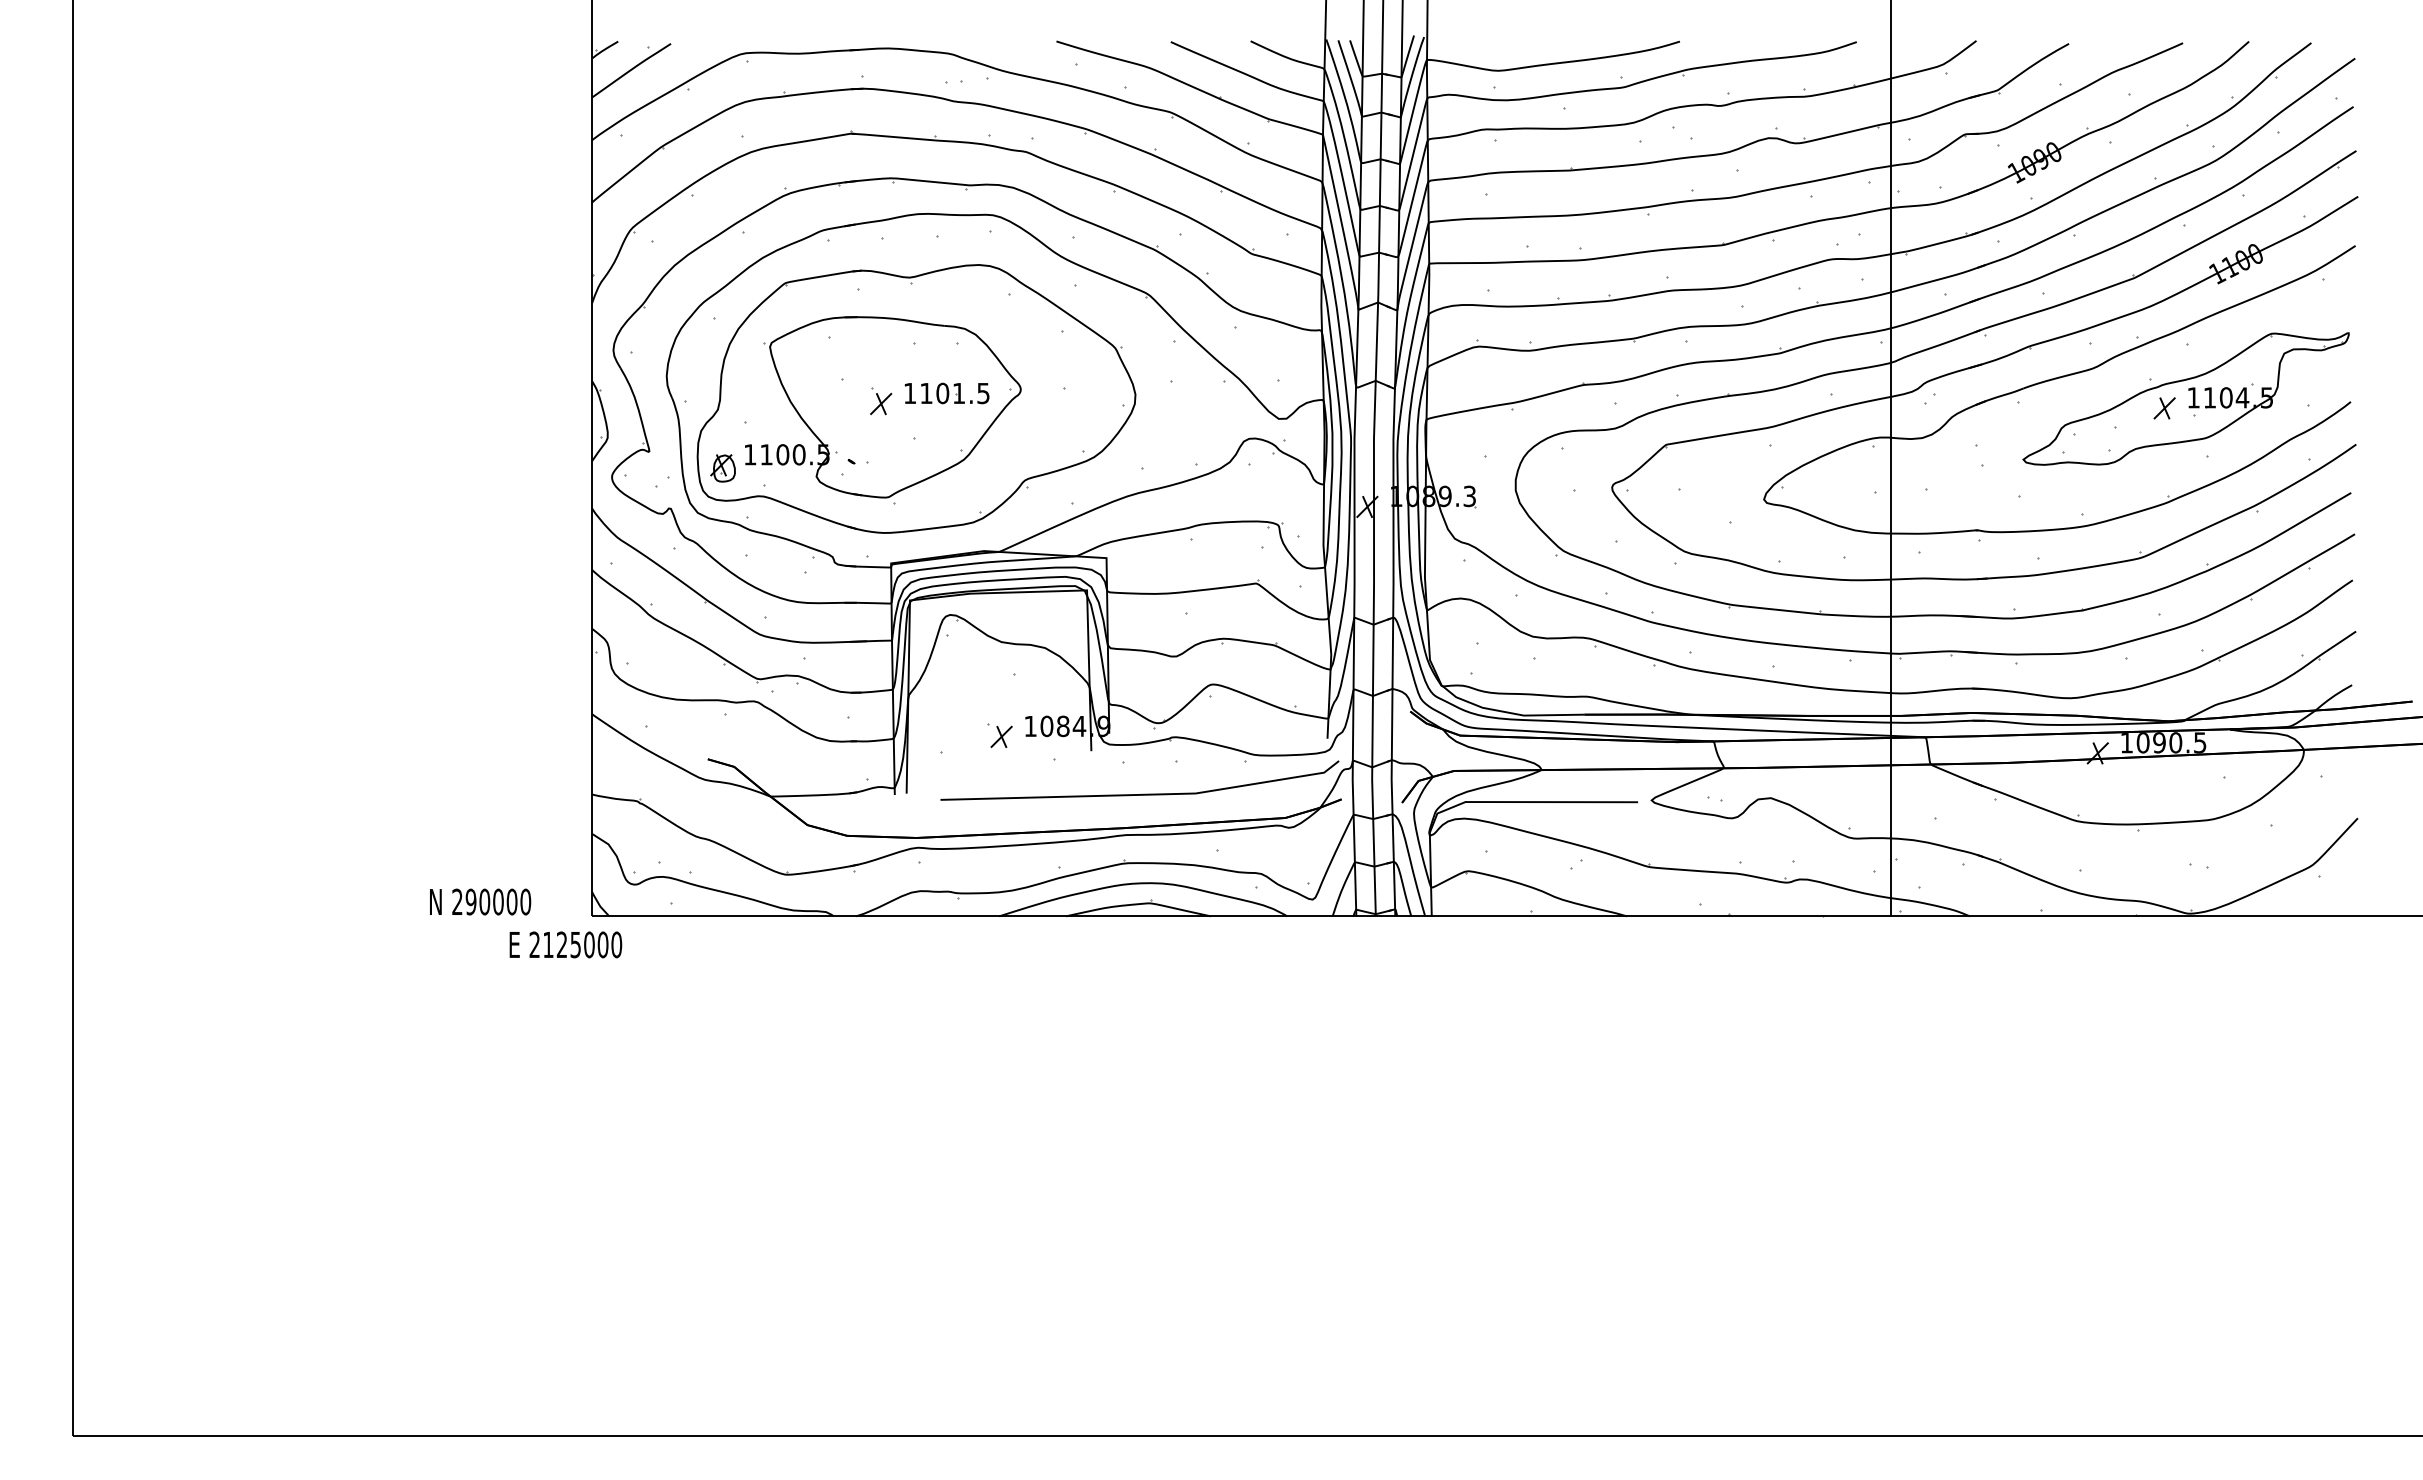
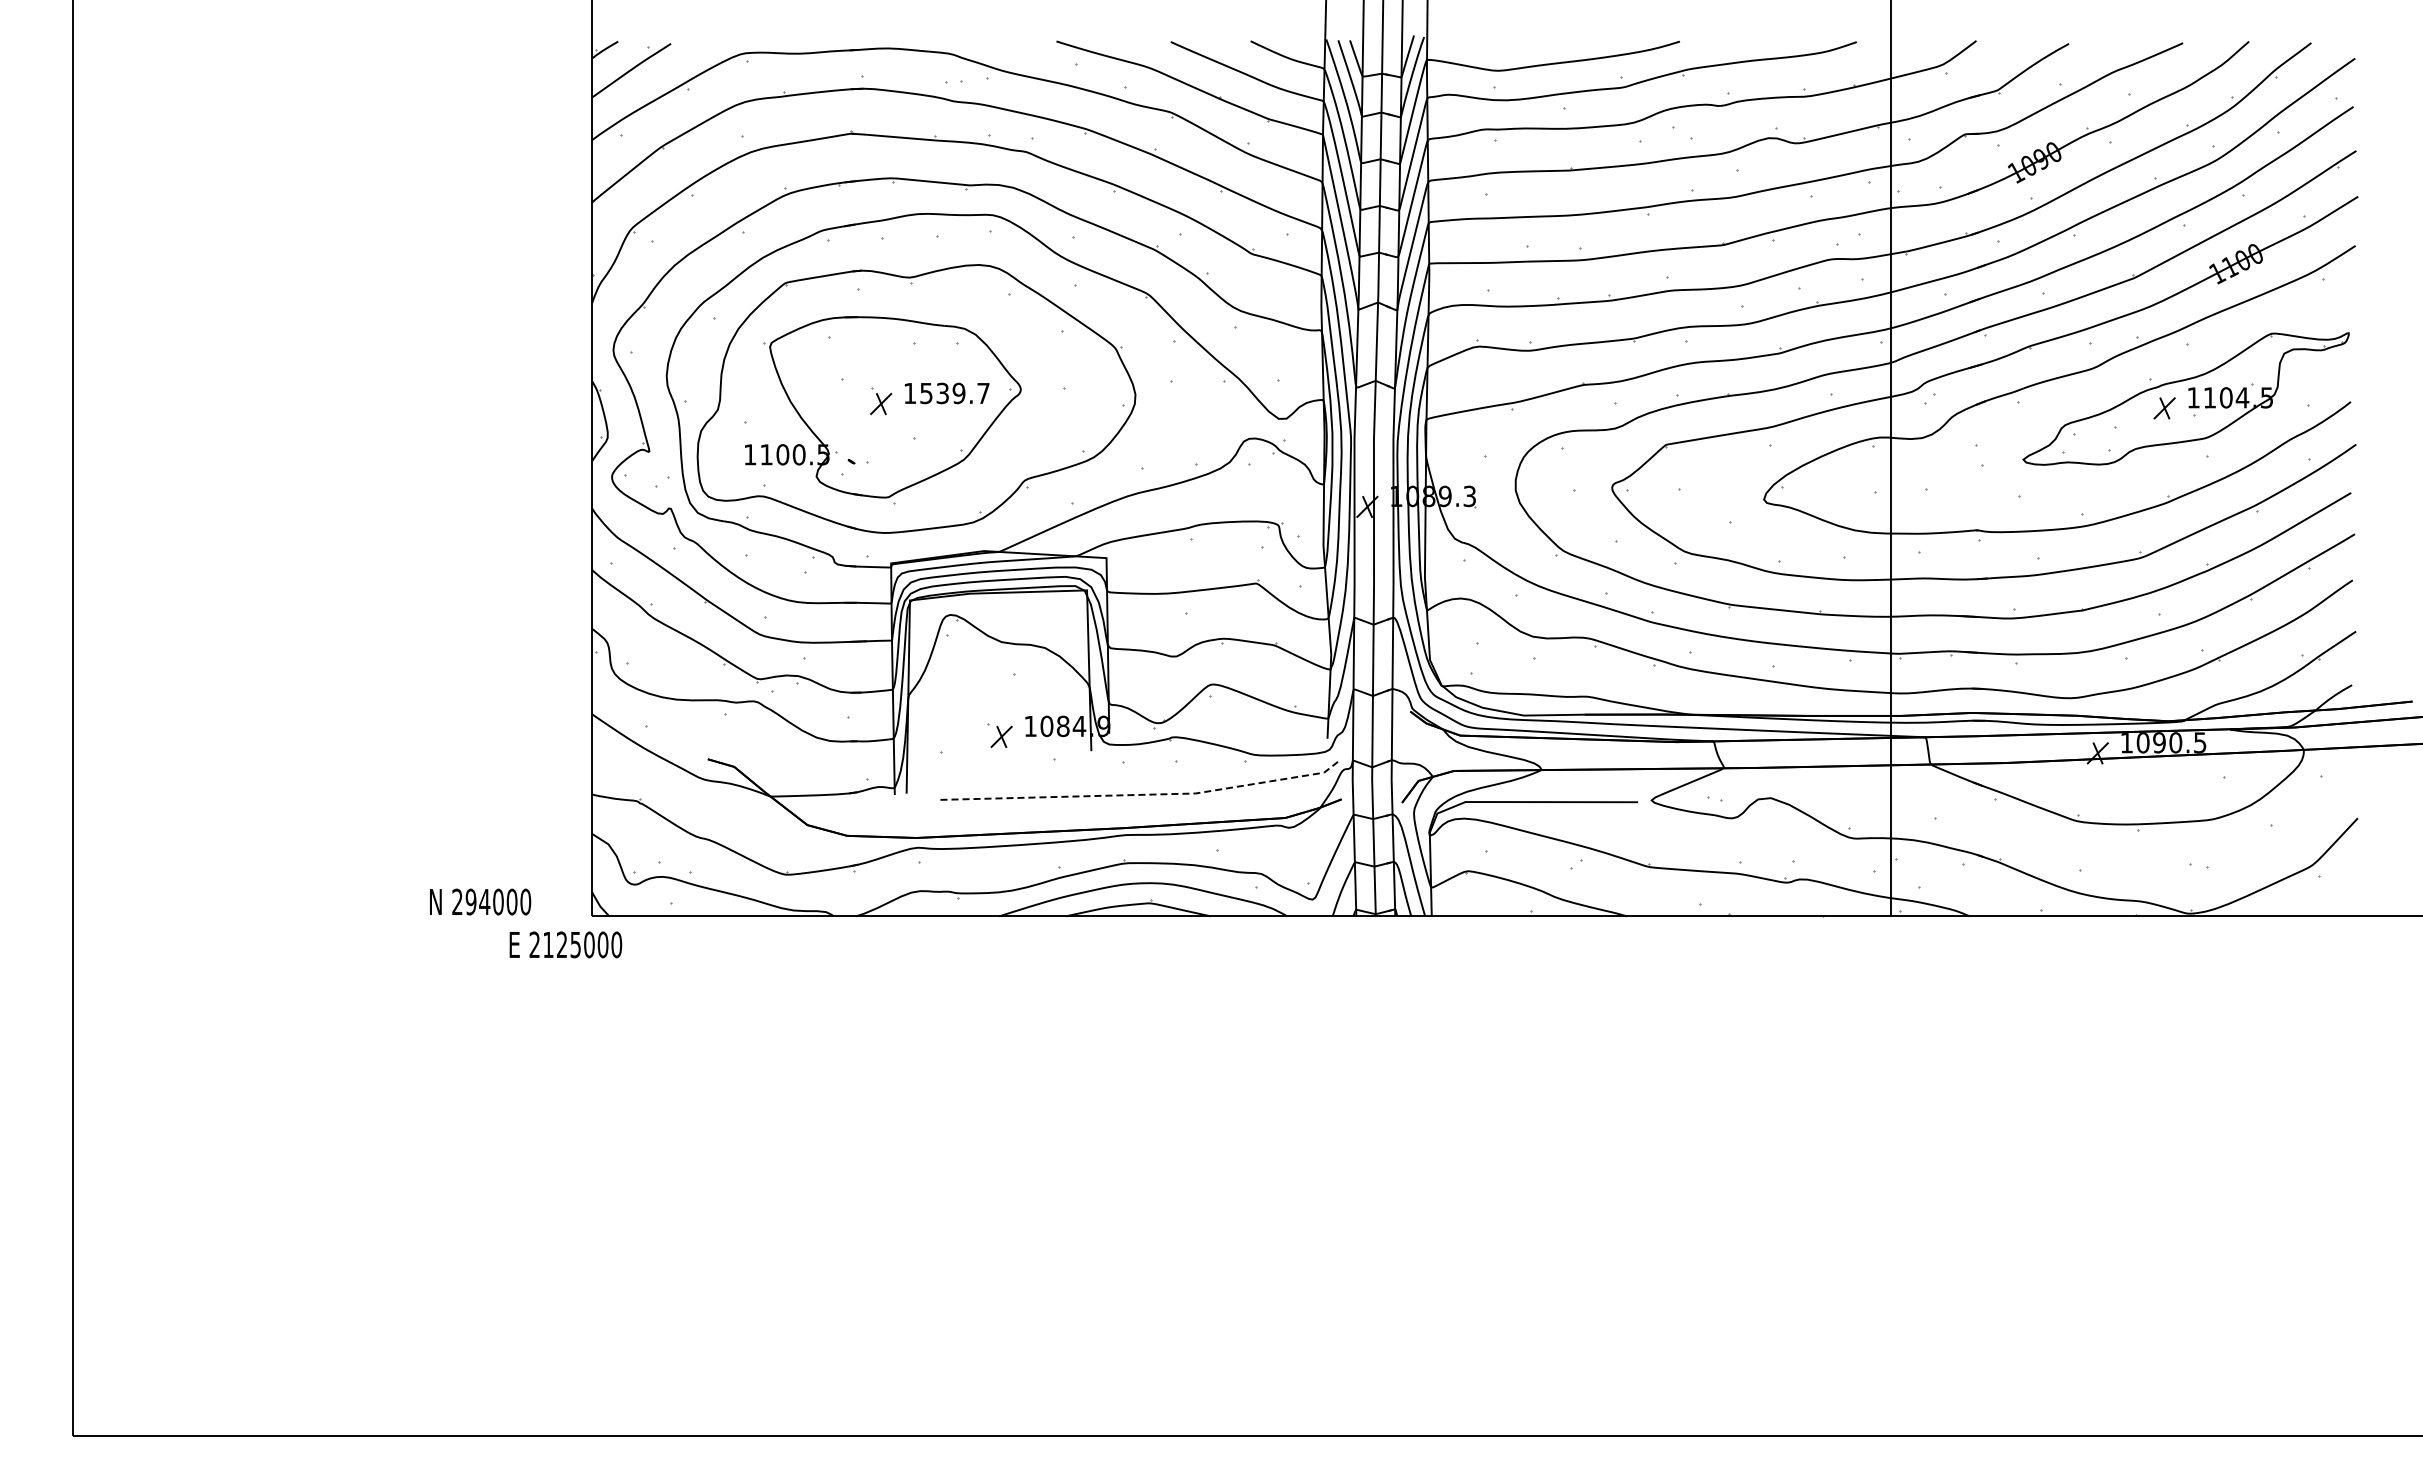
text at (954, 393): 1101.5 -> 1539.7
part at (722, 468): present -> none
line at (1143, 794): solid -> dashed
text at (484, 901): 290000 -> 294000
